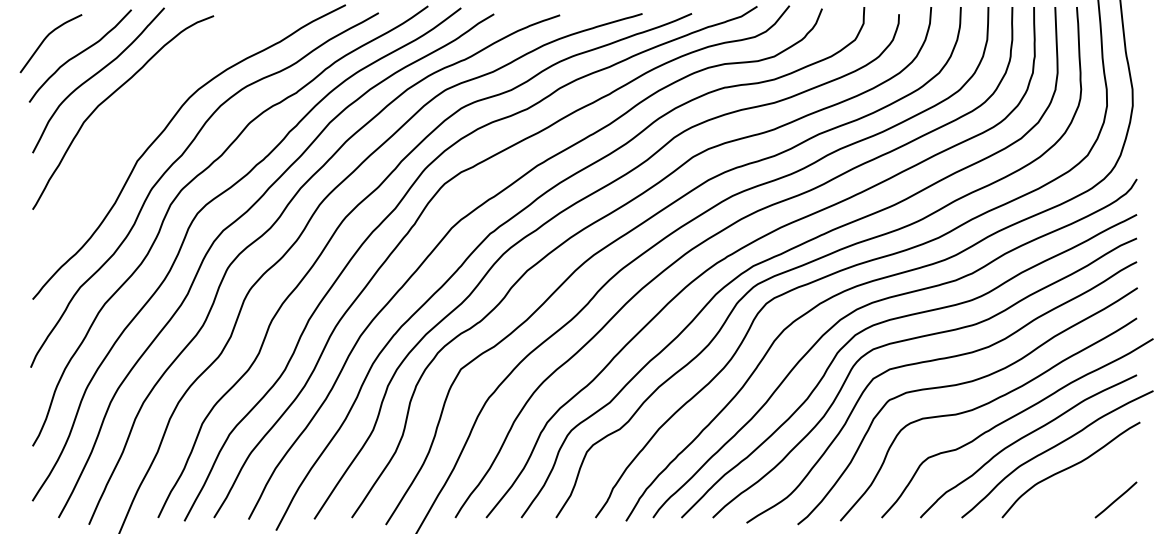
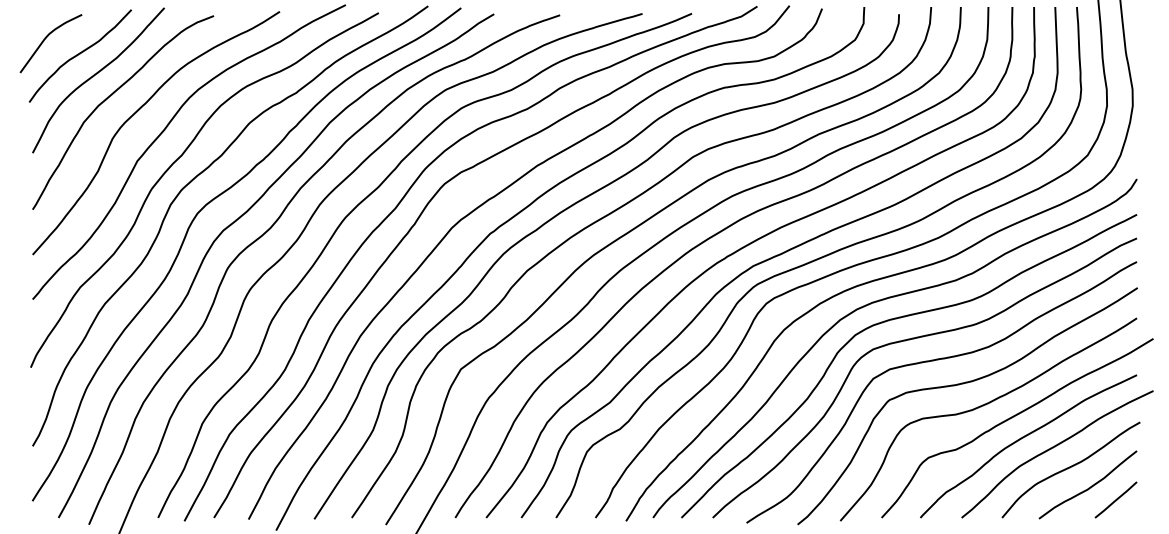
curve at (136, 113): none -> present
curve at (1088, 487): none -> present
